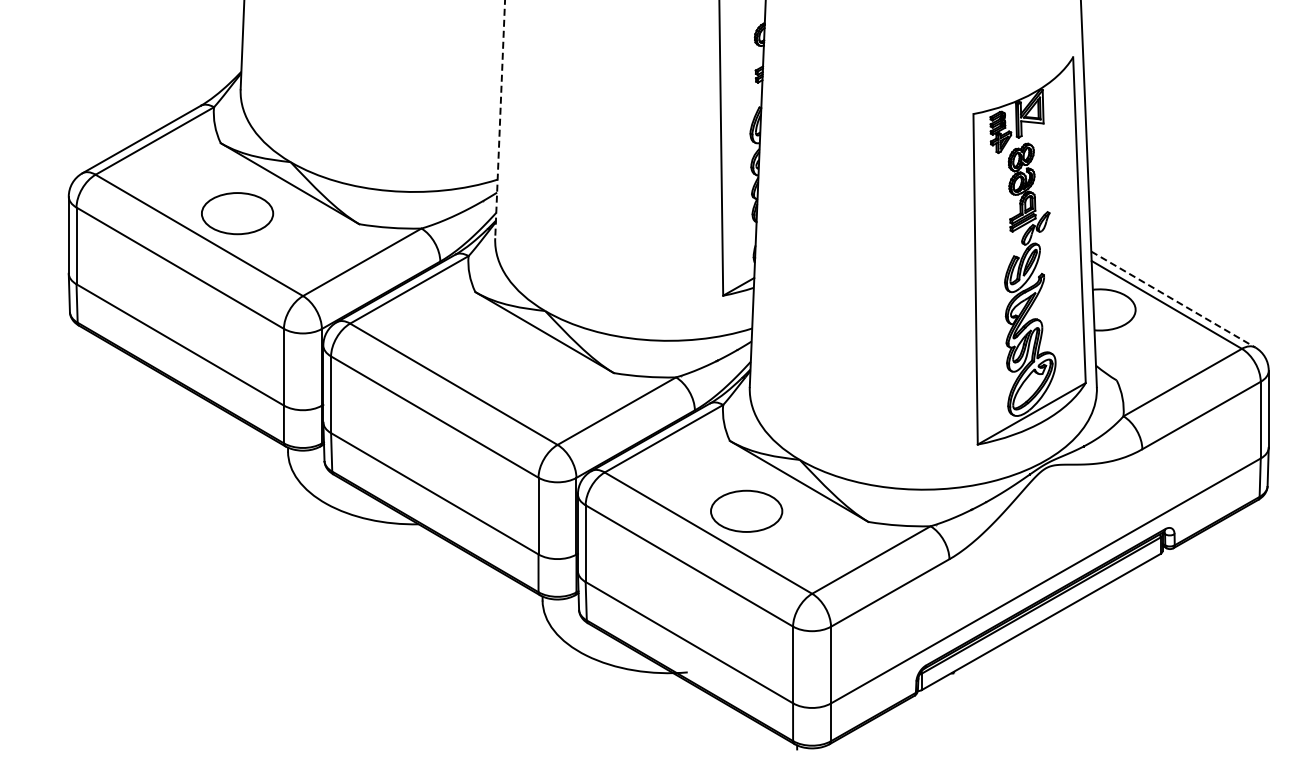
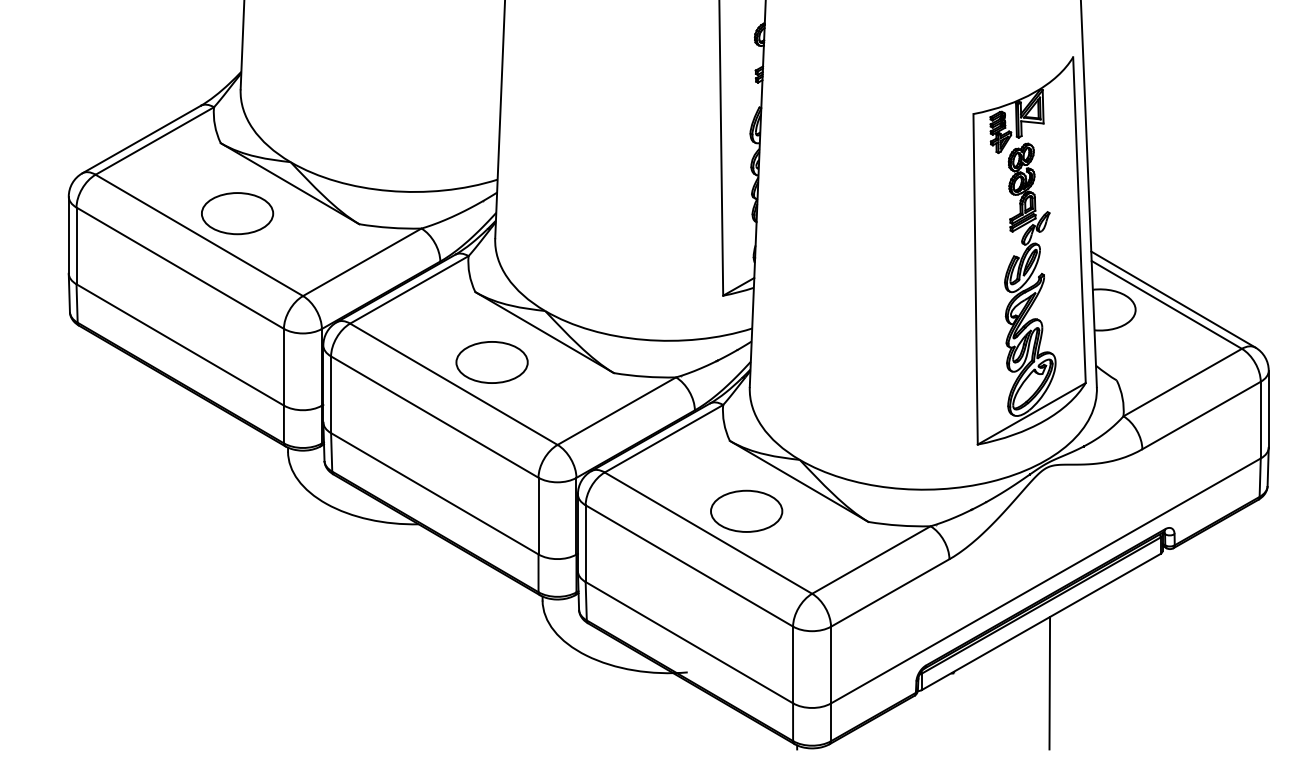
line at (500, 119): dashed -> solid
line at (1173, 299): dashed -> solid
part at (491, 362): none -> present
line at (1049, 682): none -> present
